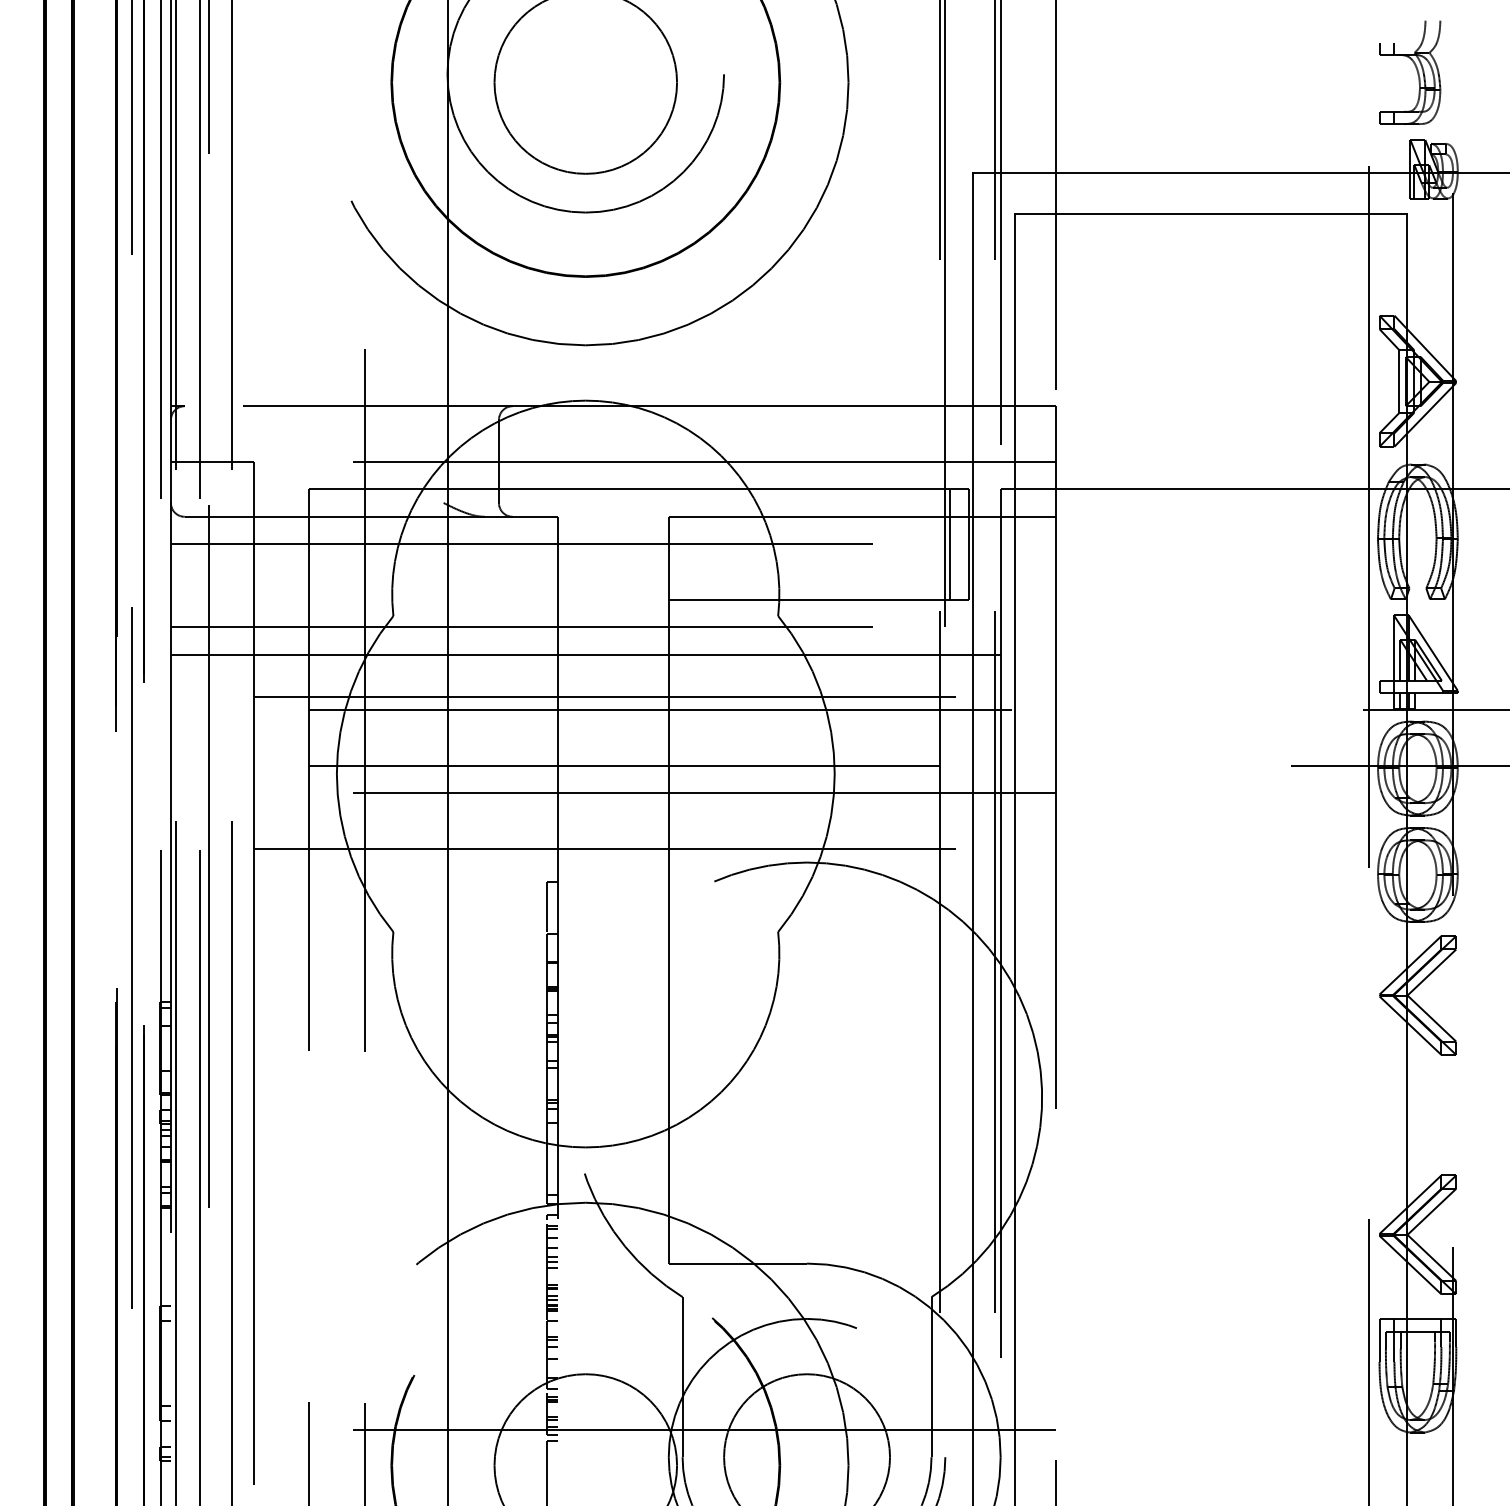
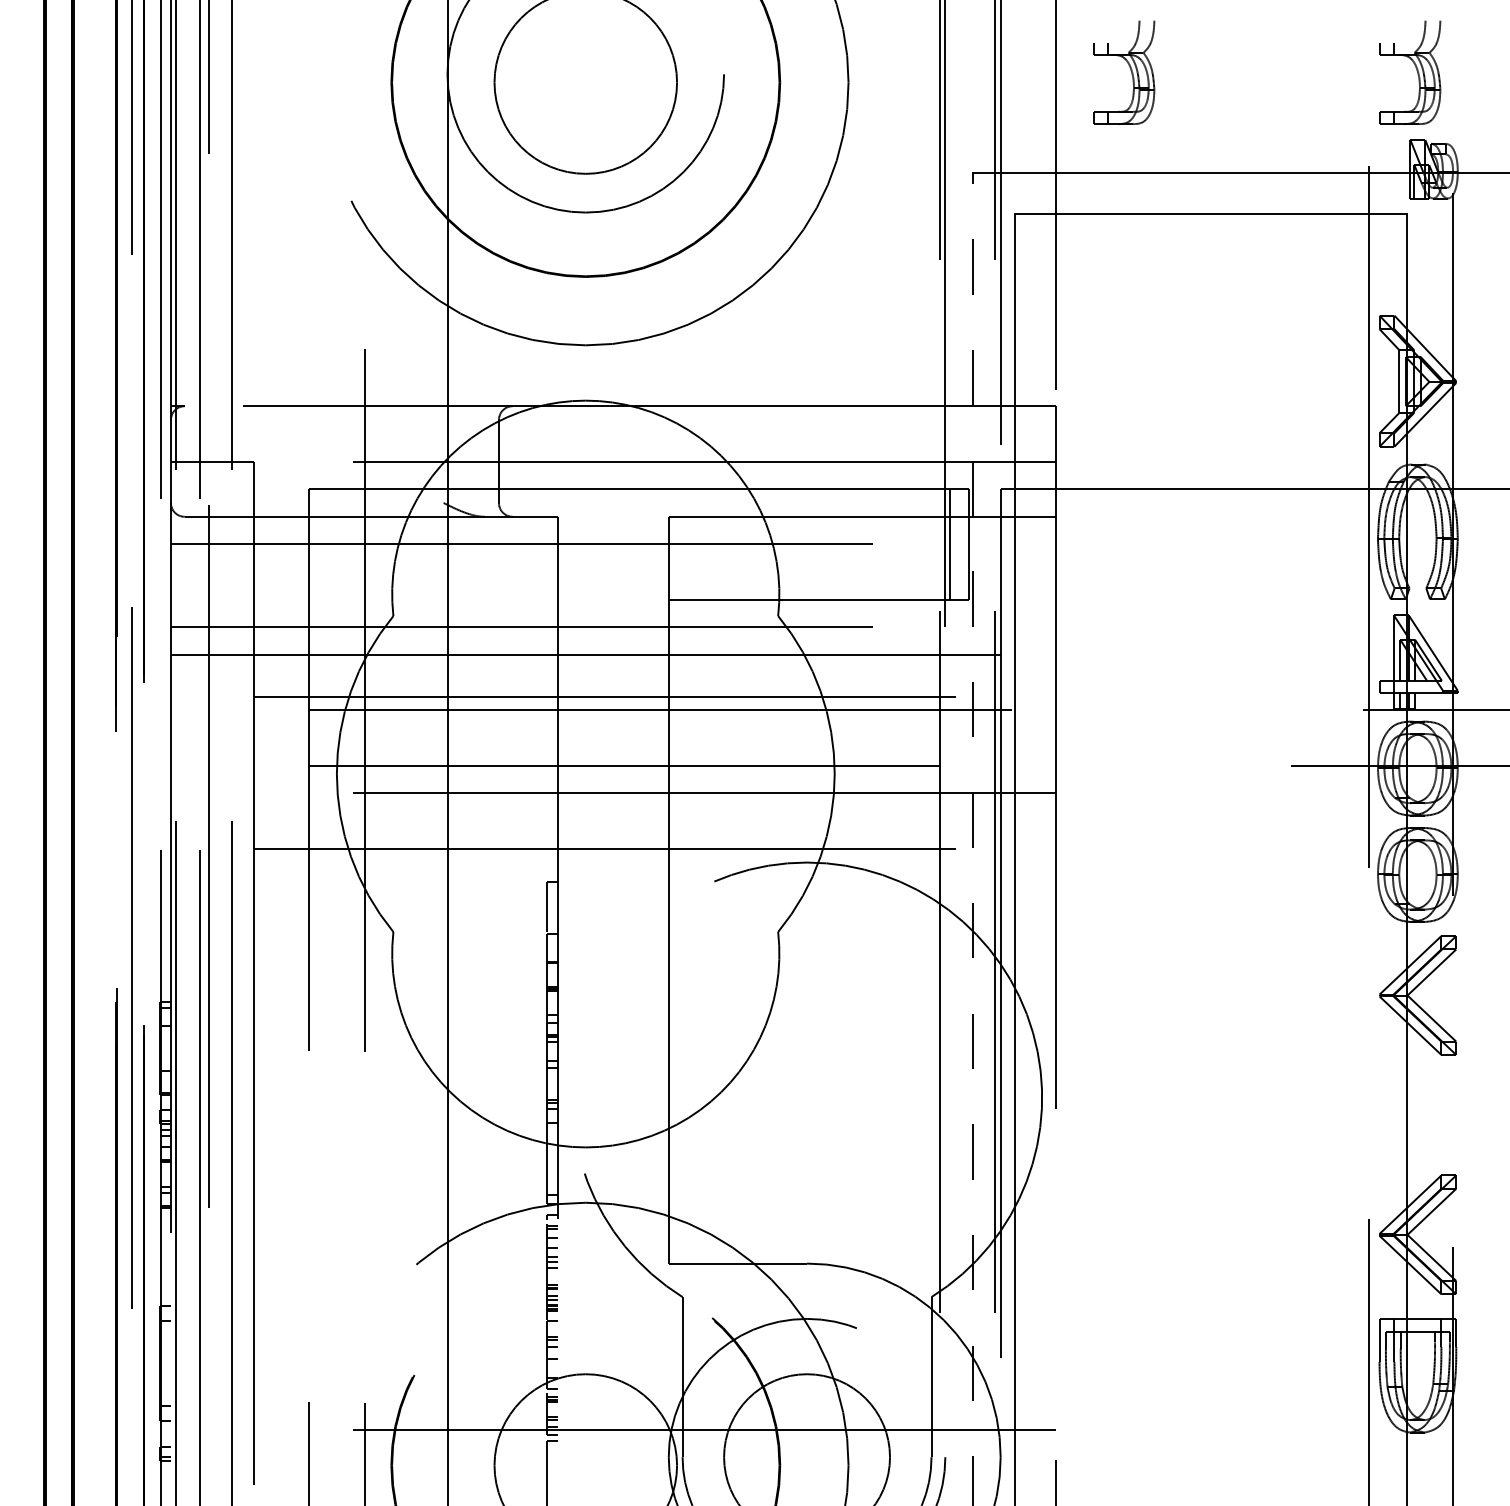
part at (1130, 71): none -> present
line at (973, 838): solid -> dashed
